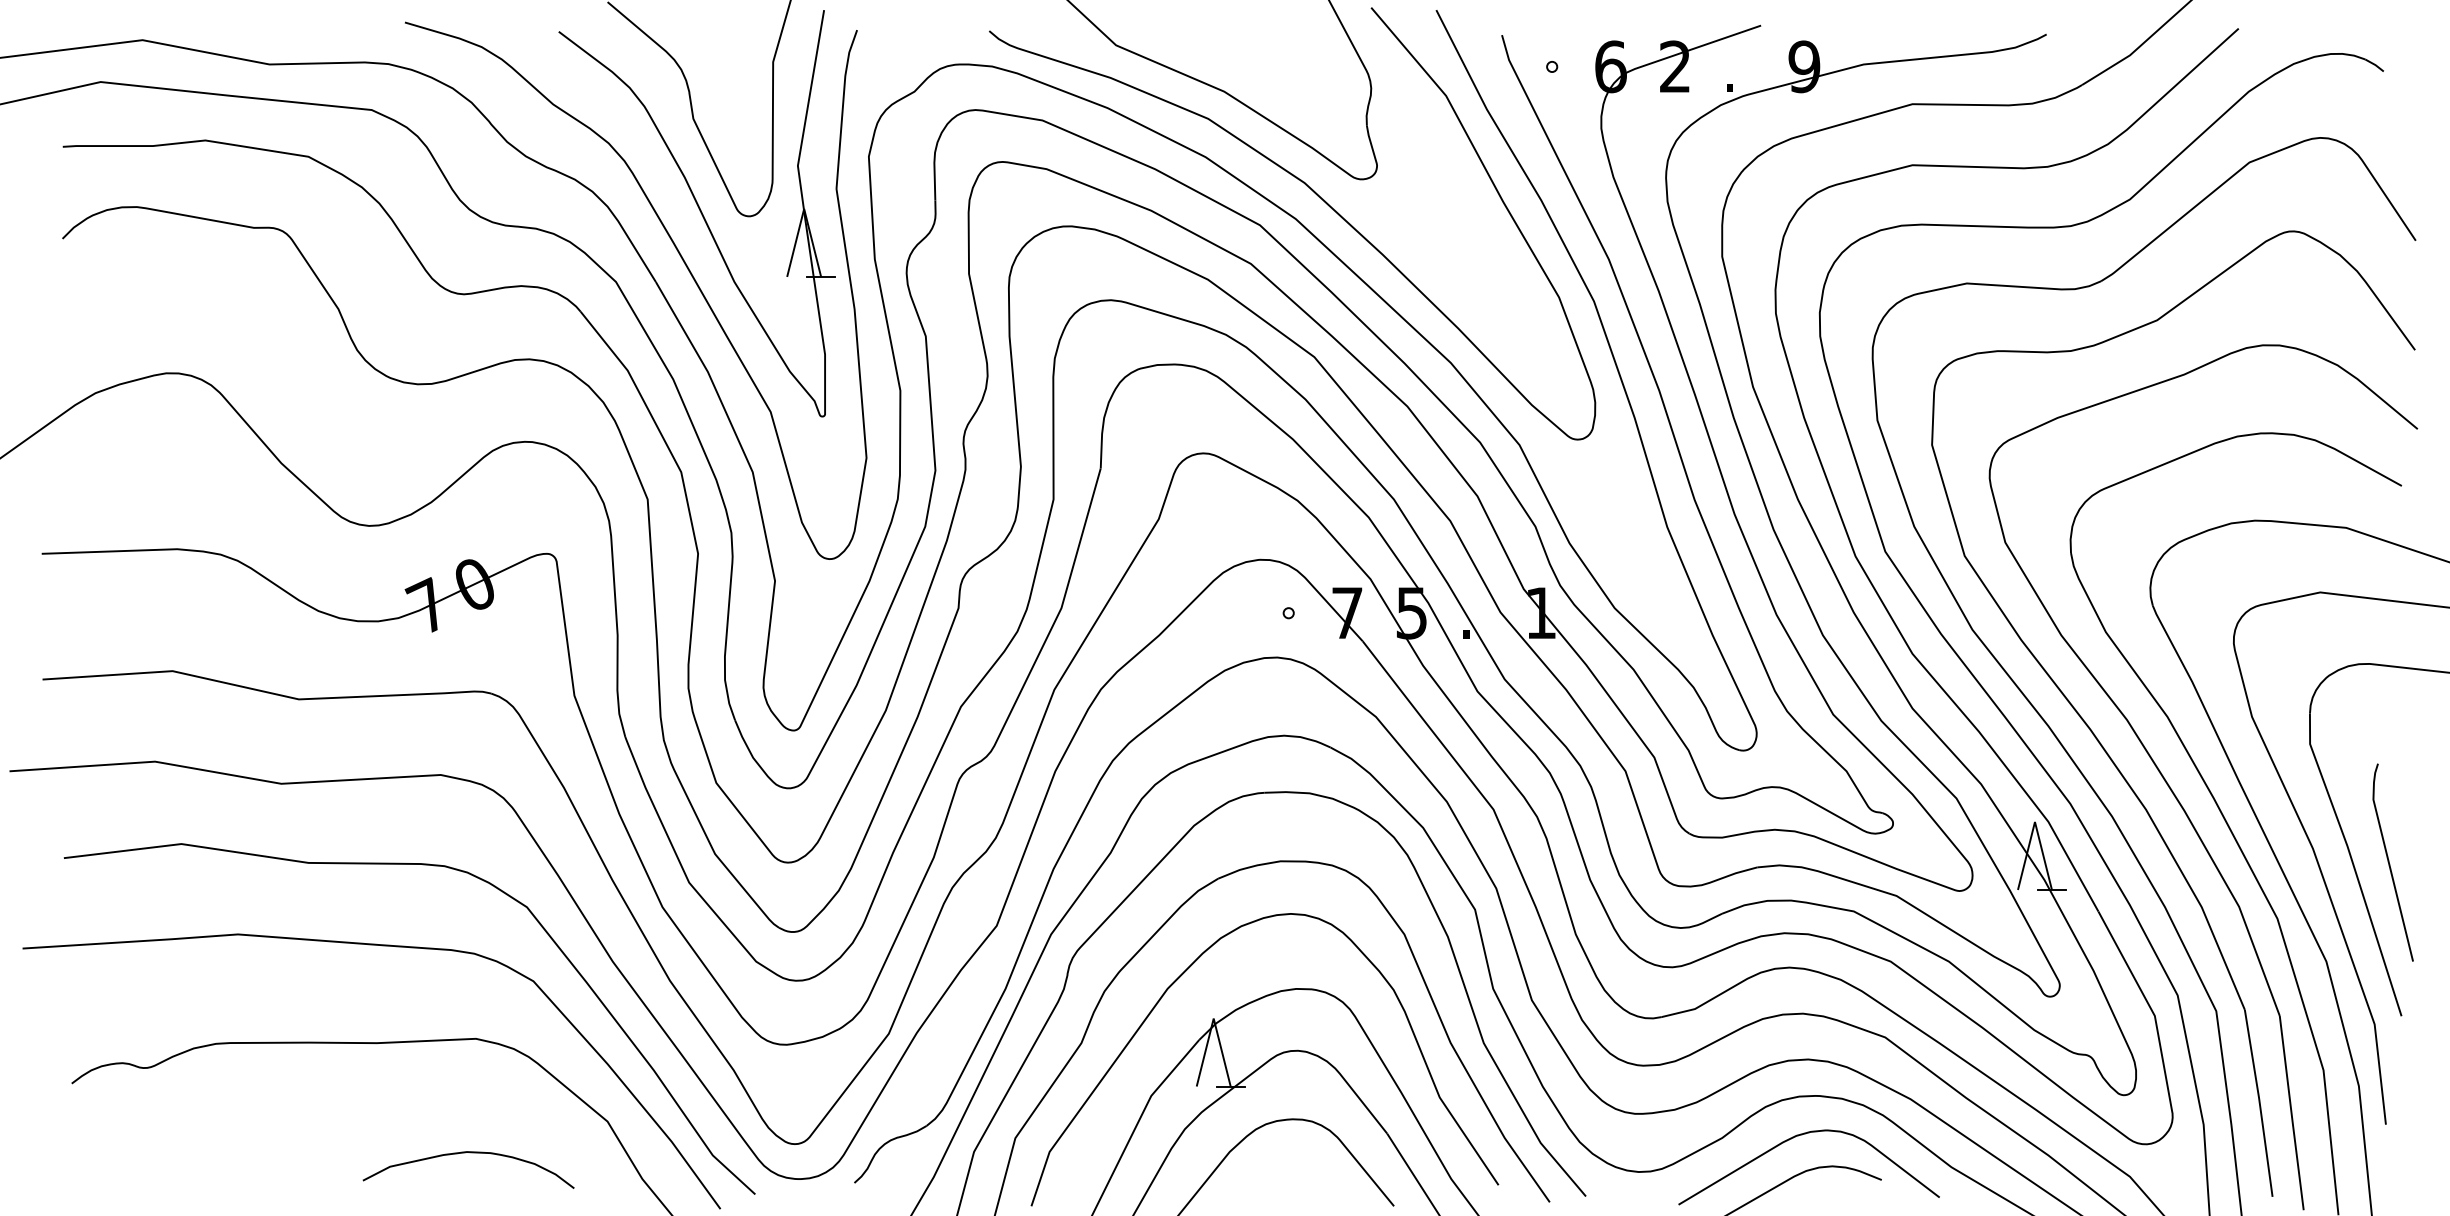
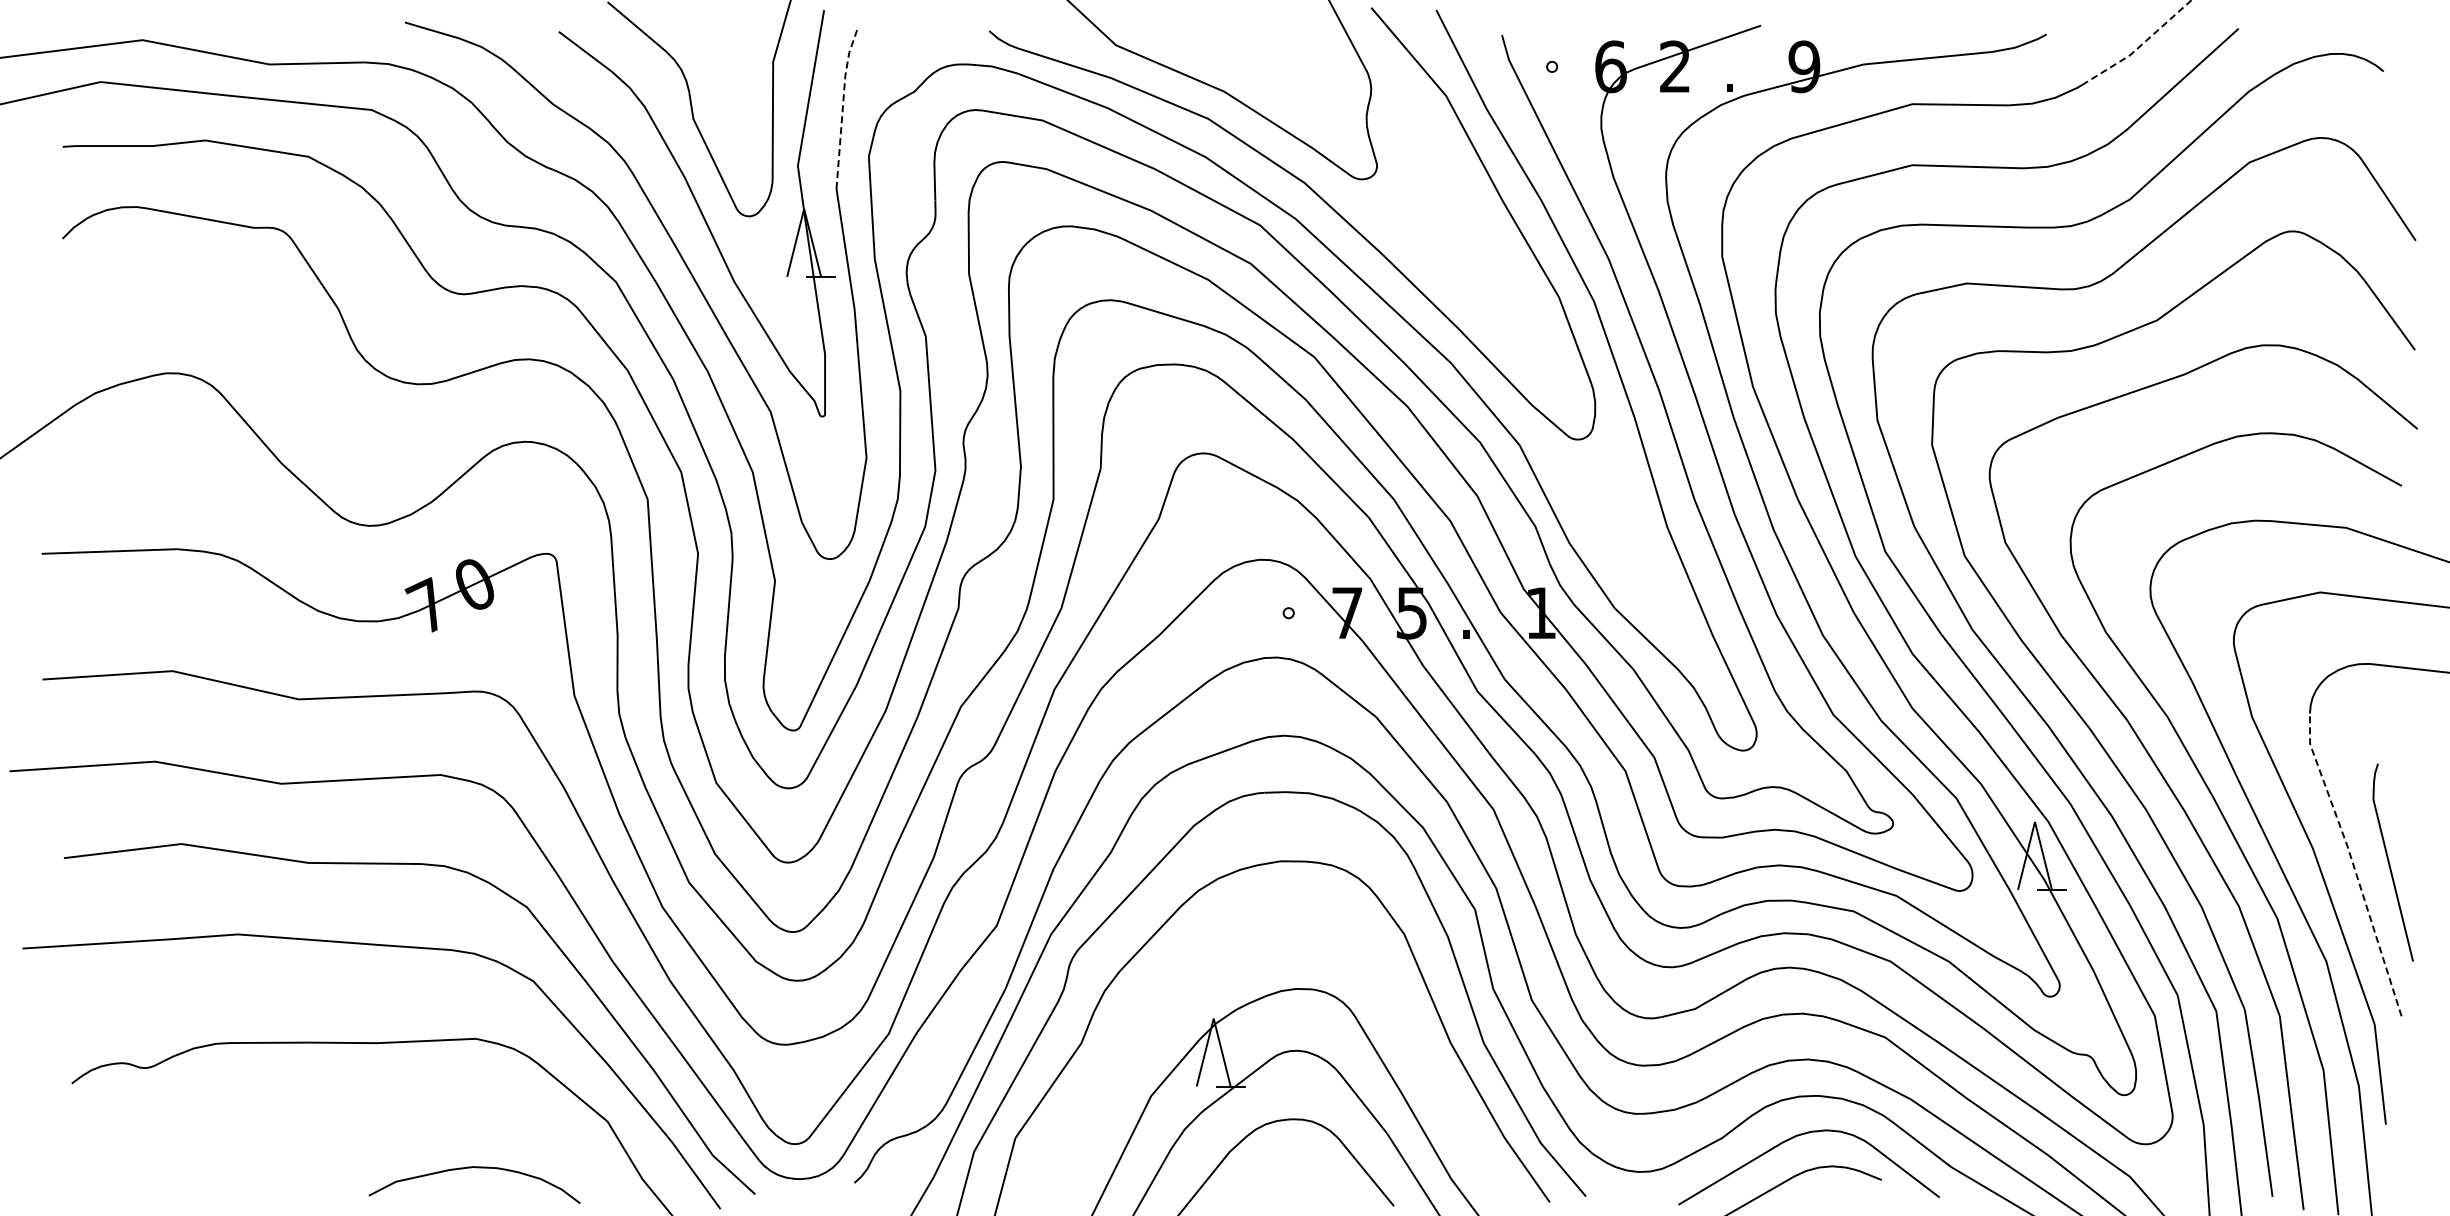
line at (2139, 46): solid -> dashed
line at (842, 107): solid -> dashed
line at (2352, 863): solid -> dashed
curve at (1181, 976): present -> none
curve at (469, 1153) position: (469, 1153) -> (475, 1168)
